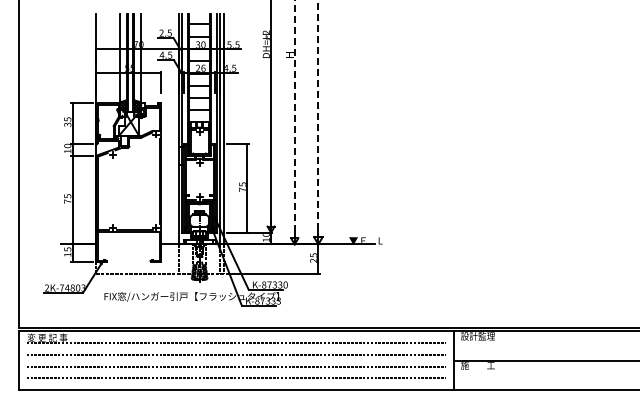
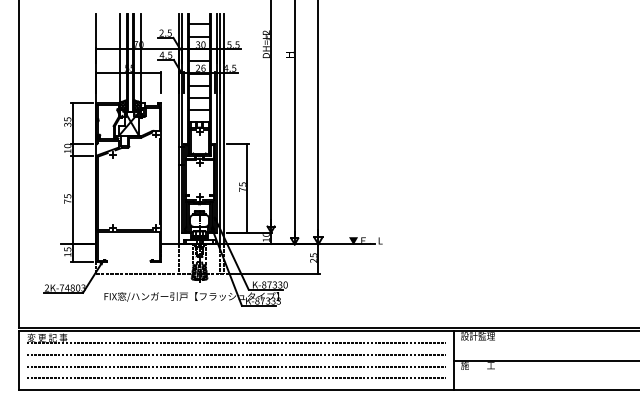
line at (318, 118): dashed -> solid
line at (294, 119): dashed -> solid
